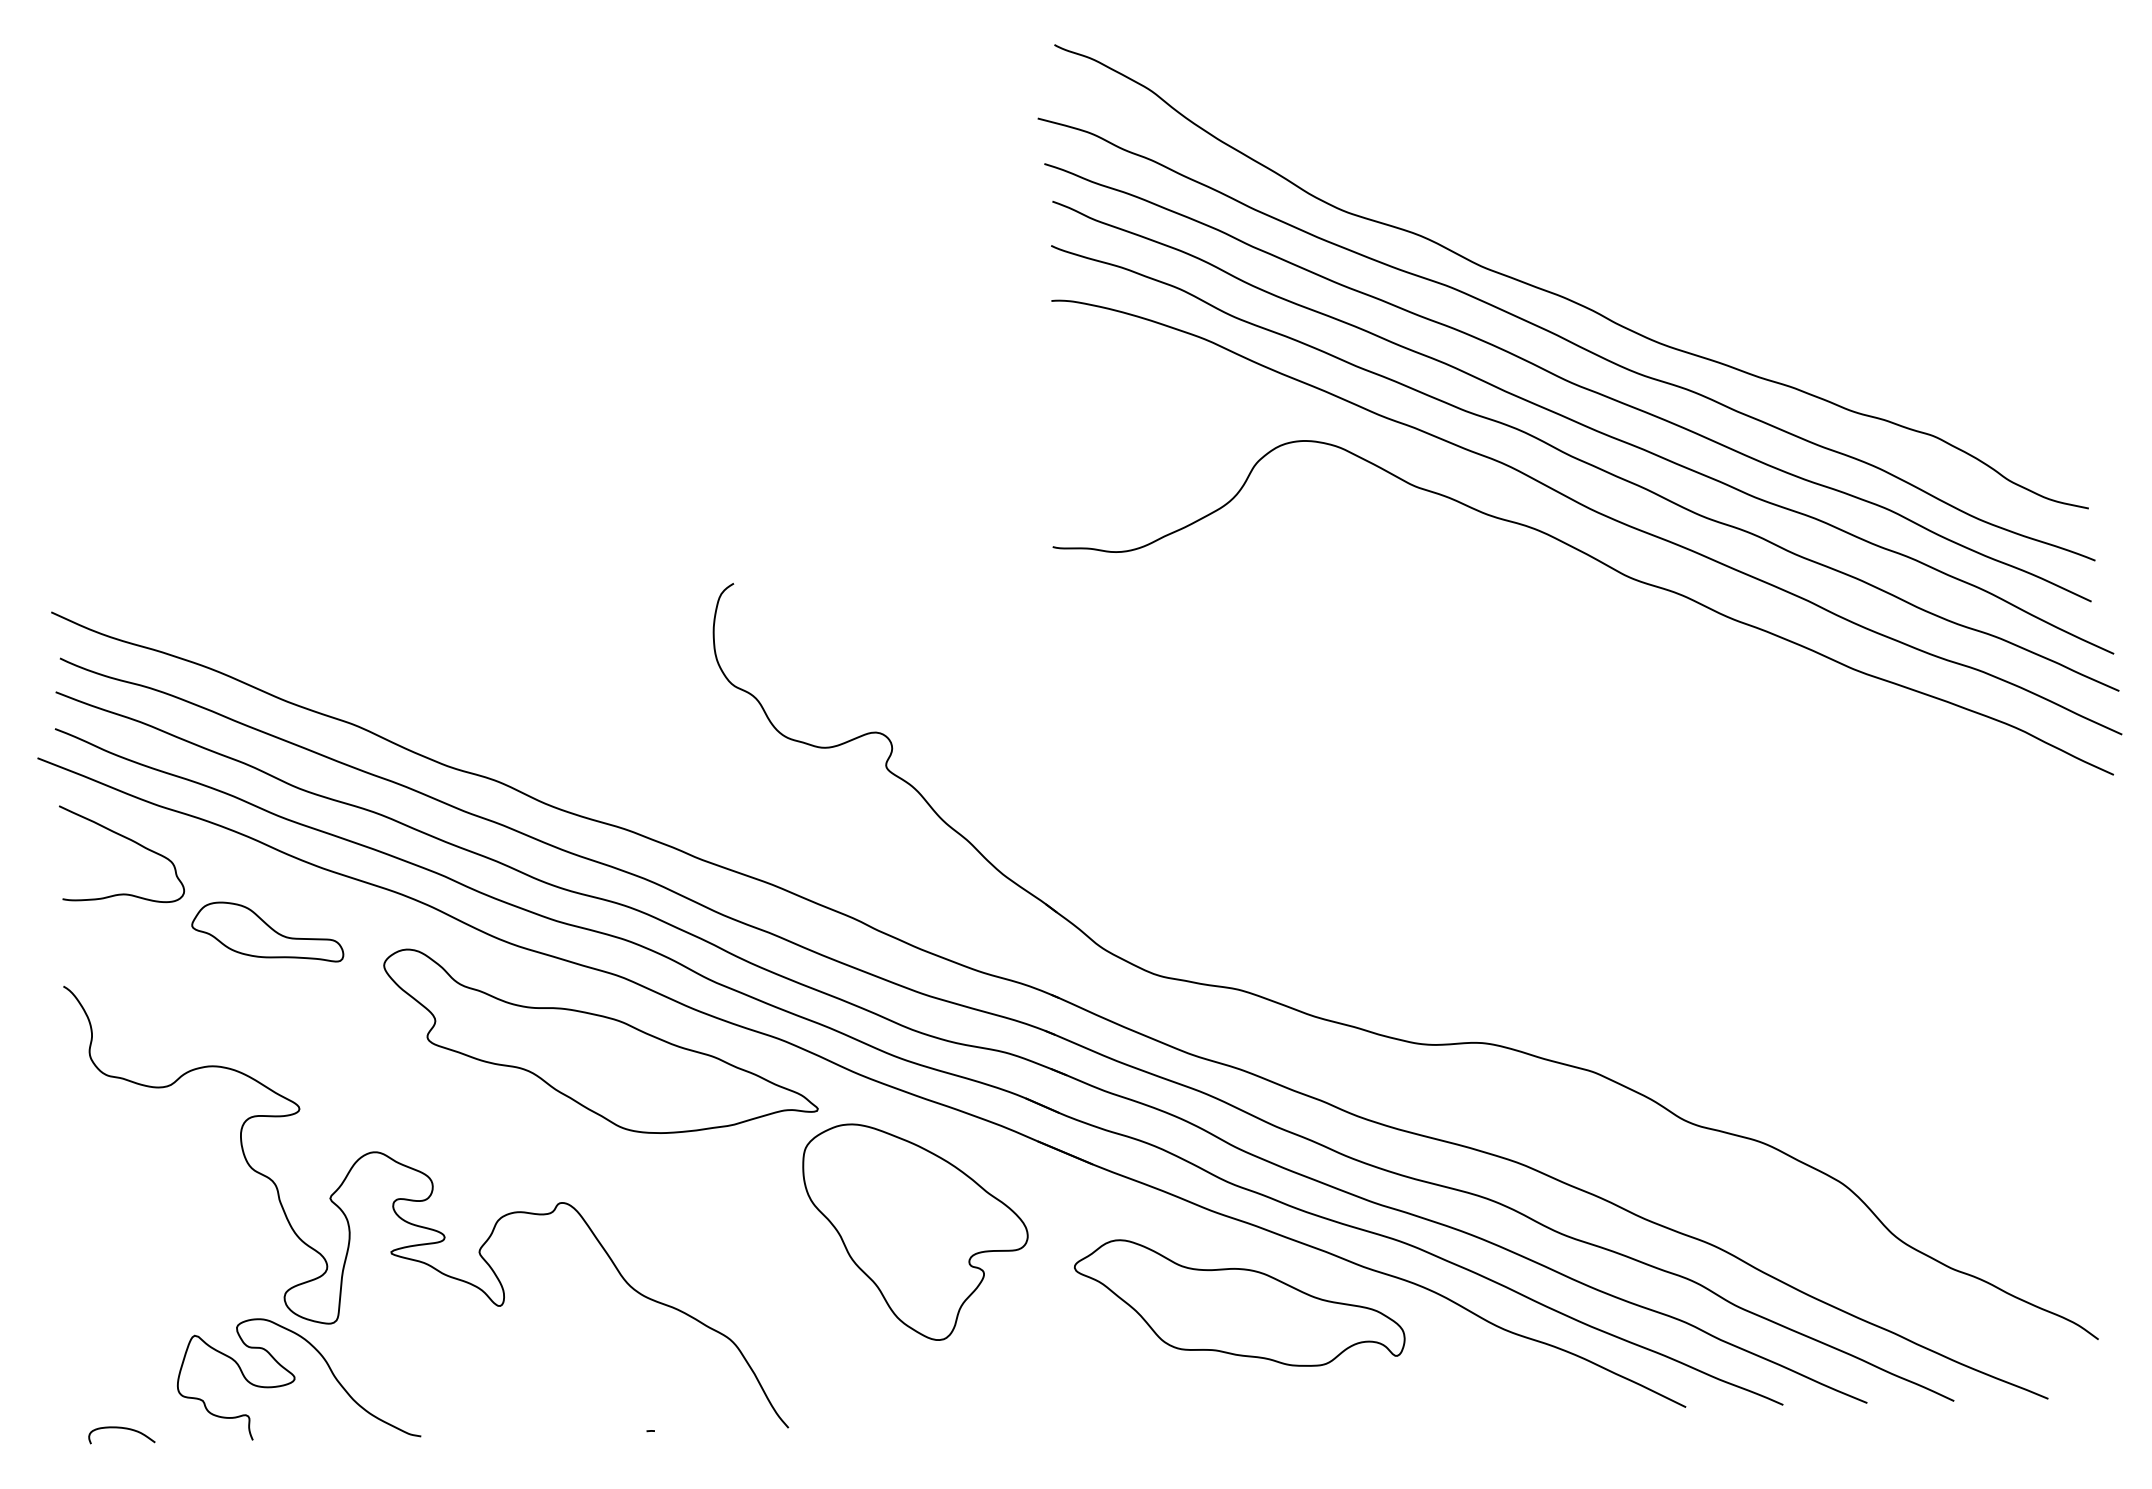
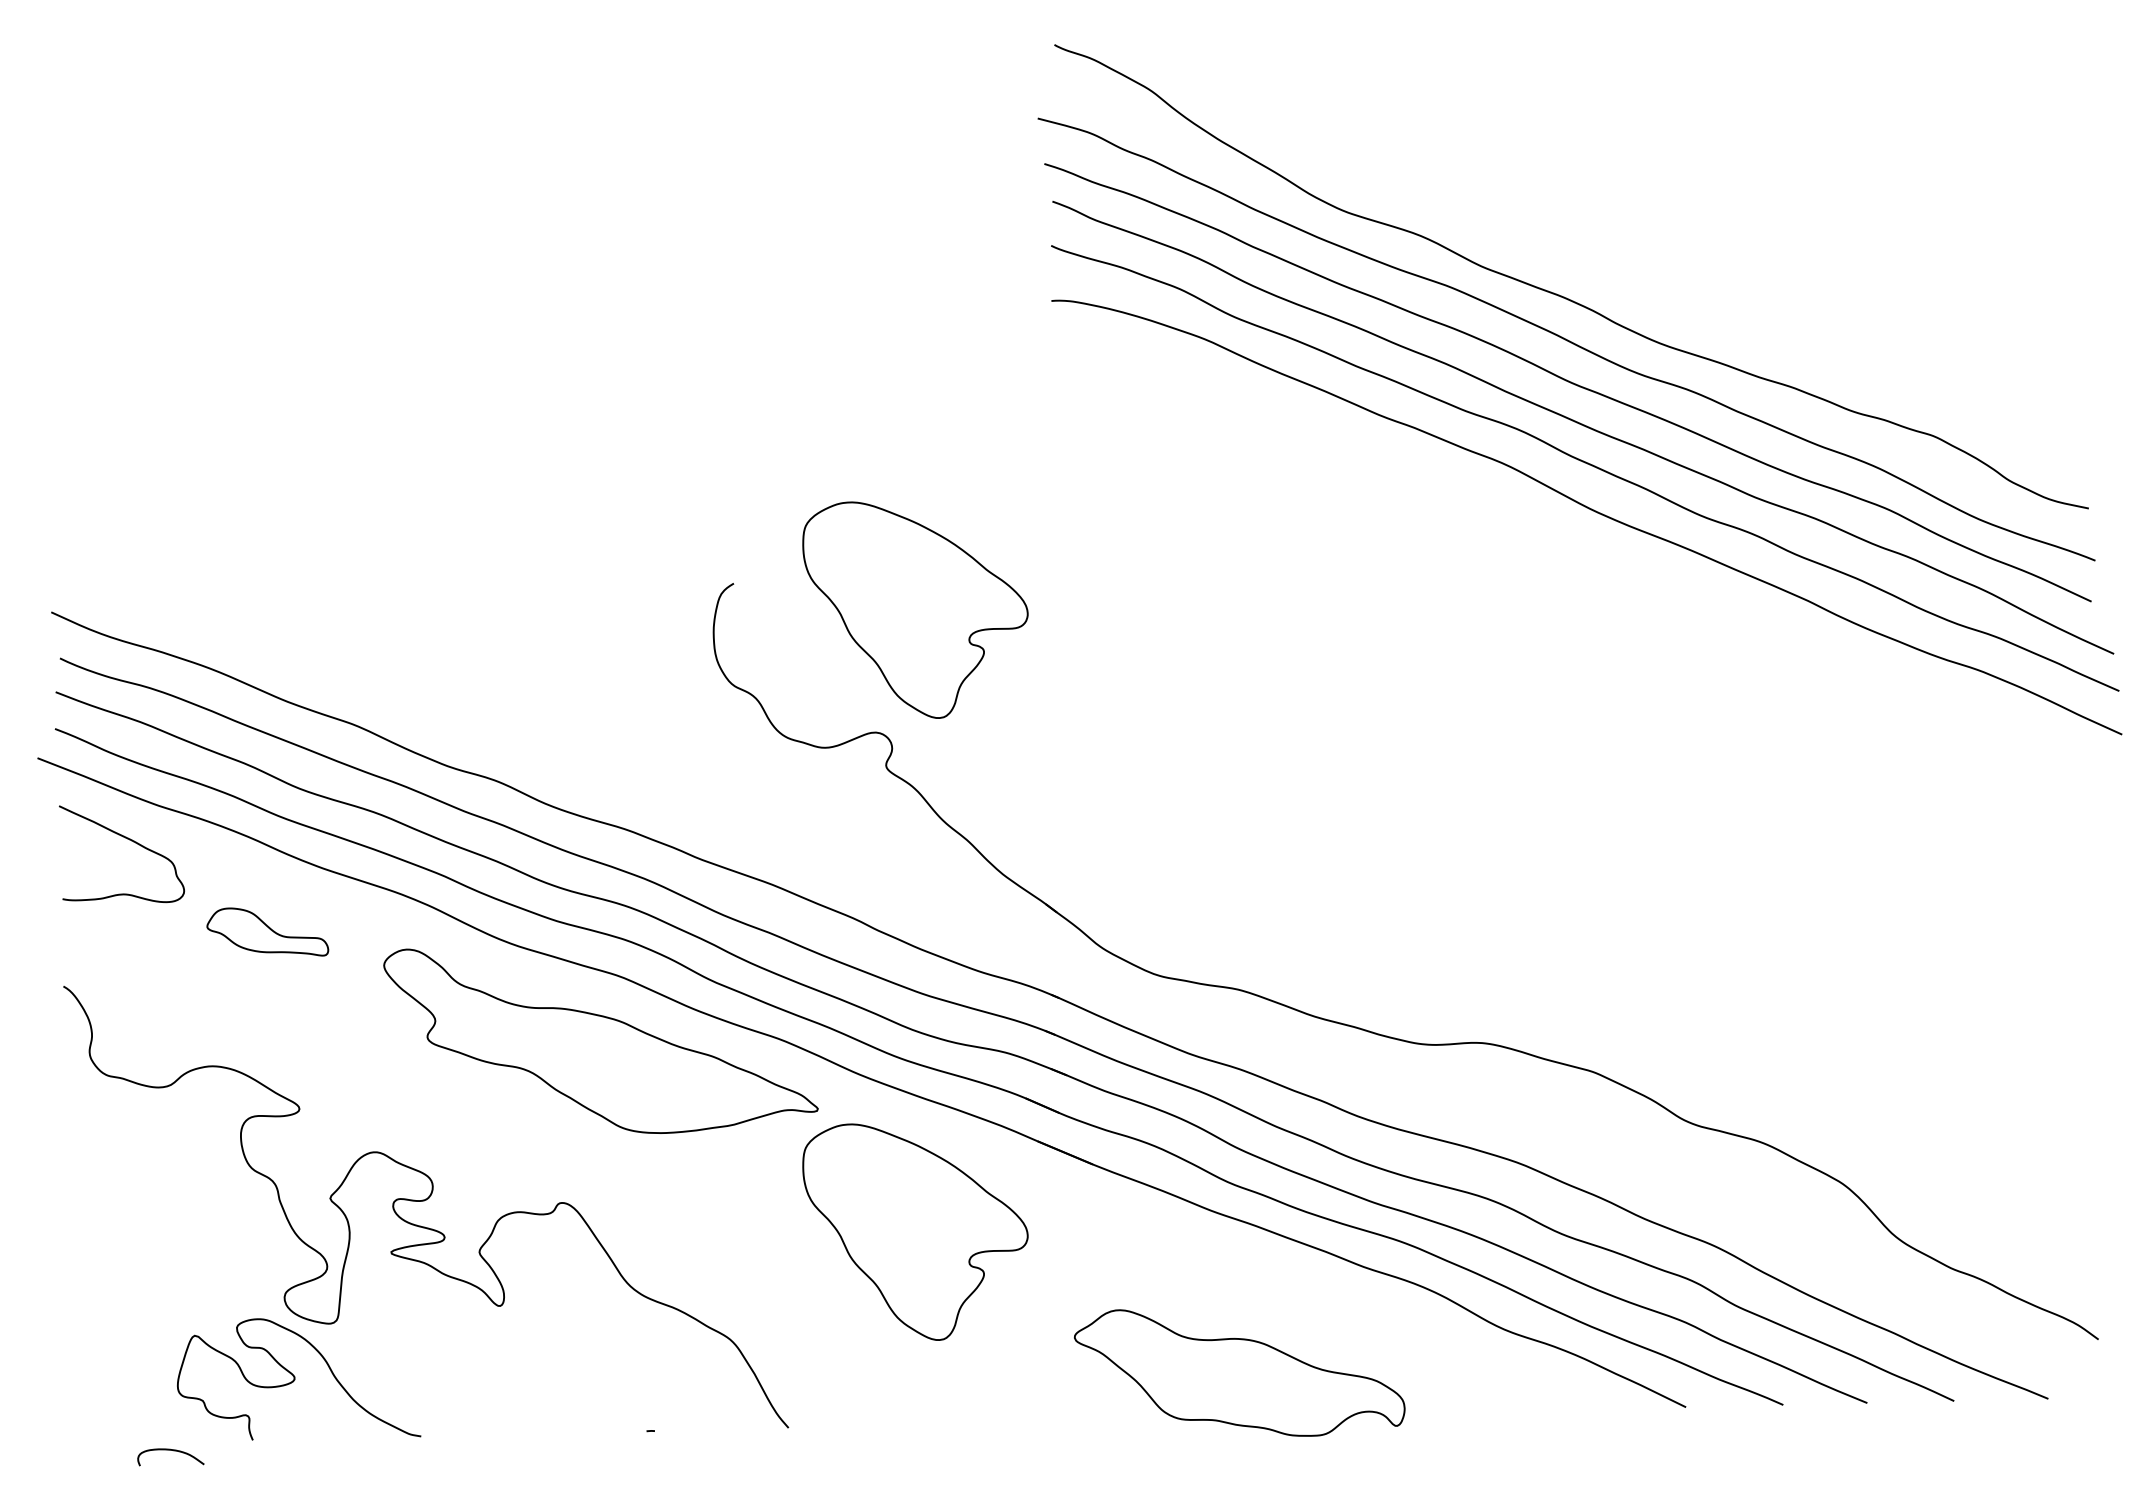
curve at (1606, 566): present -> none
part at (915, 609): none -> present
part at (267, 931) size: 154x62 px -> 124x50 px
part at (1239, 1302) position: (1239, 1302) -> (1239, 1372)
curve at (124, 1429) position: (124, 1429) -> (173, 1451)
